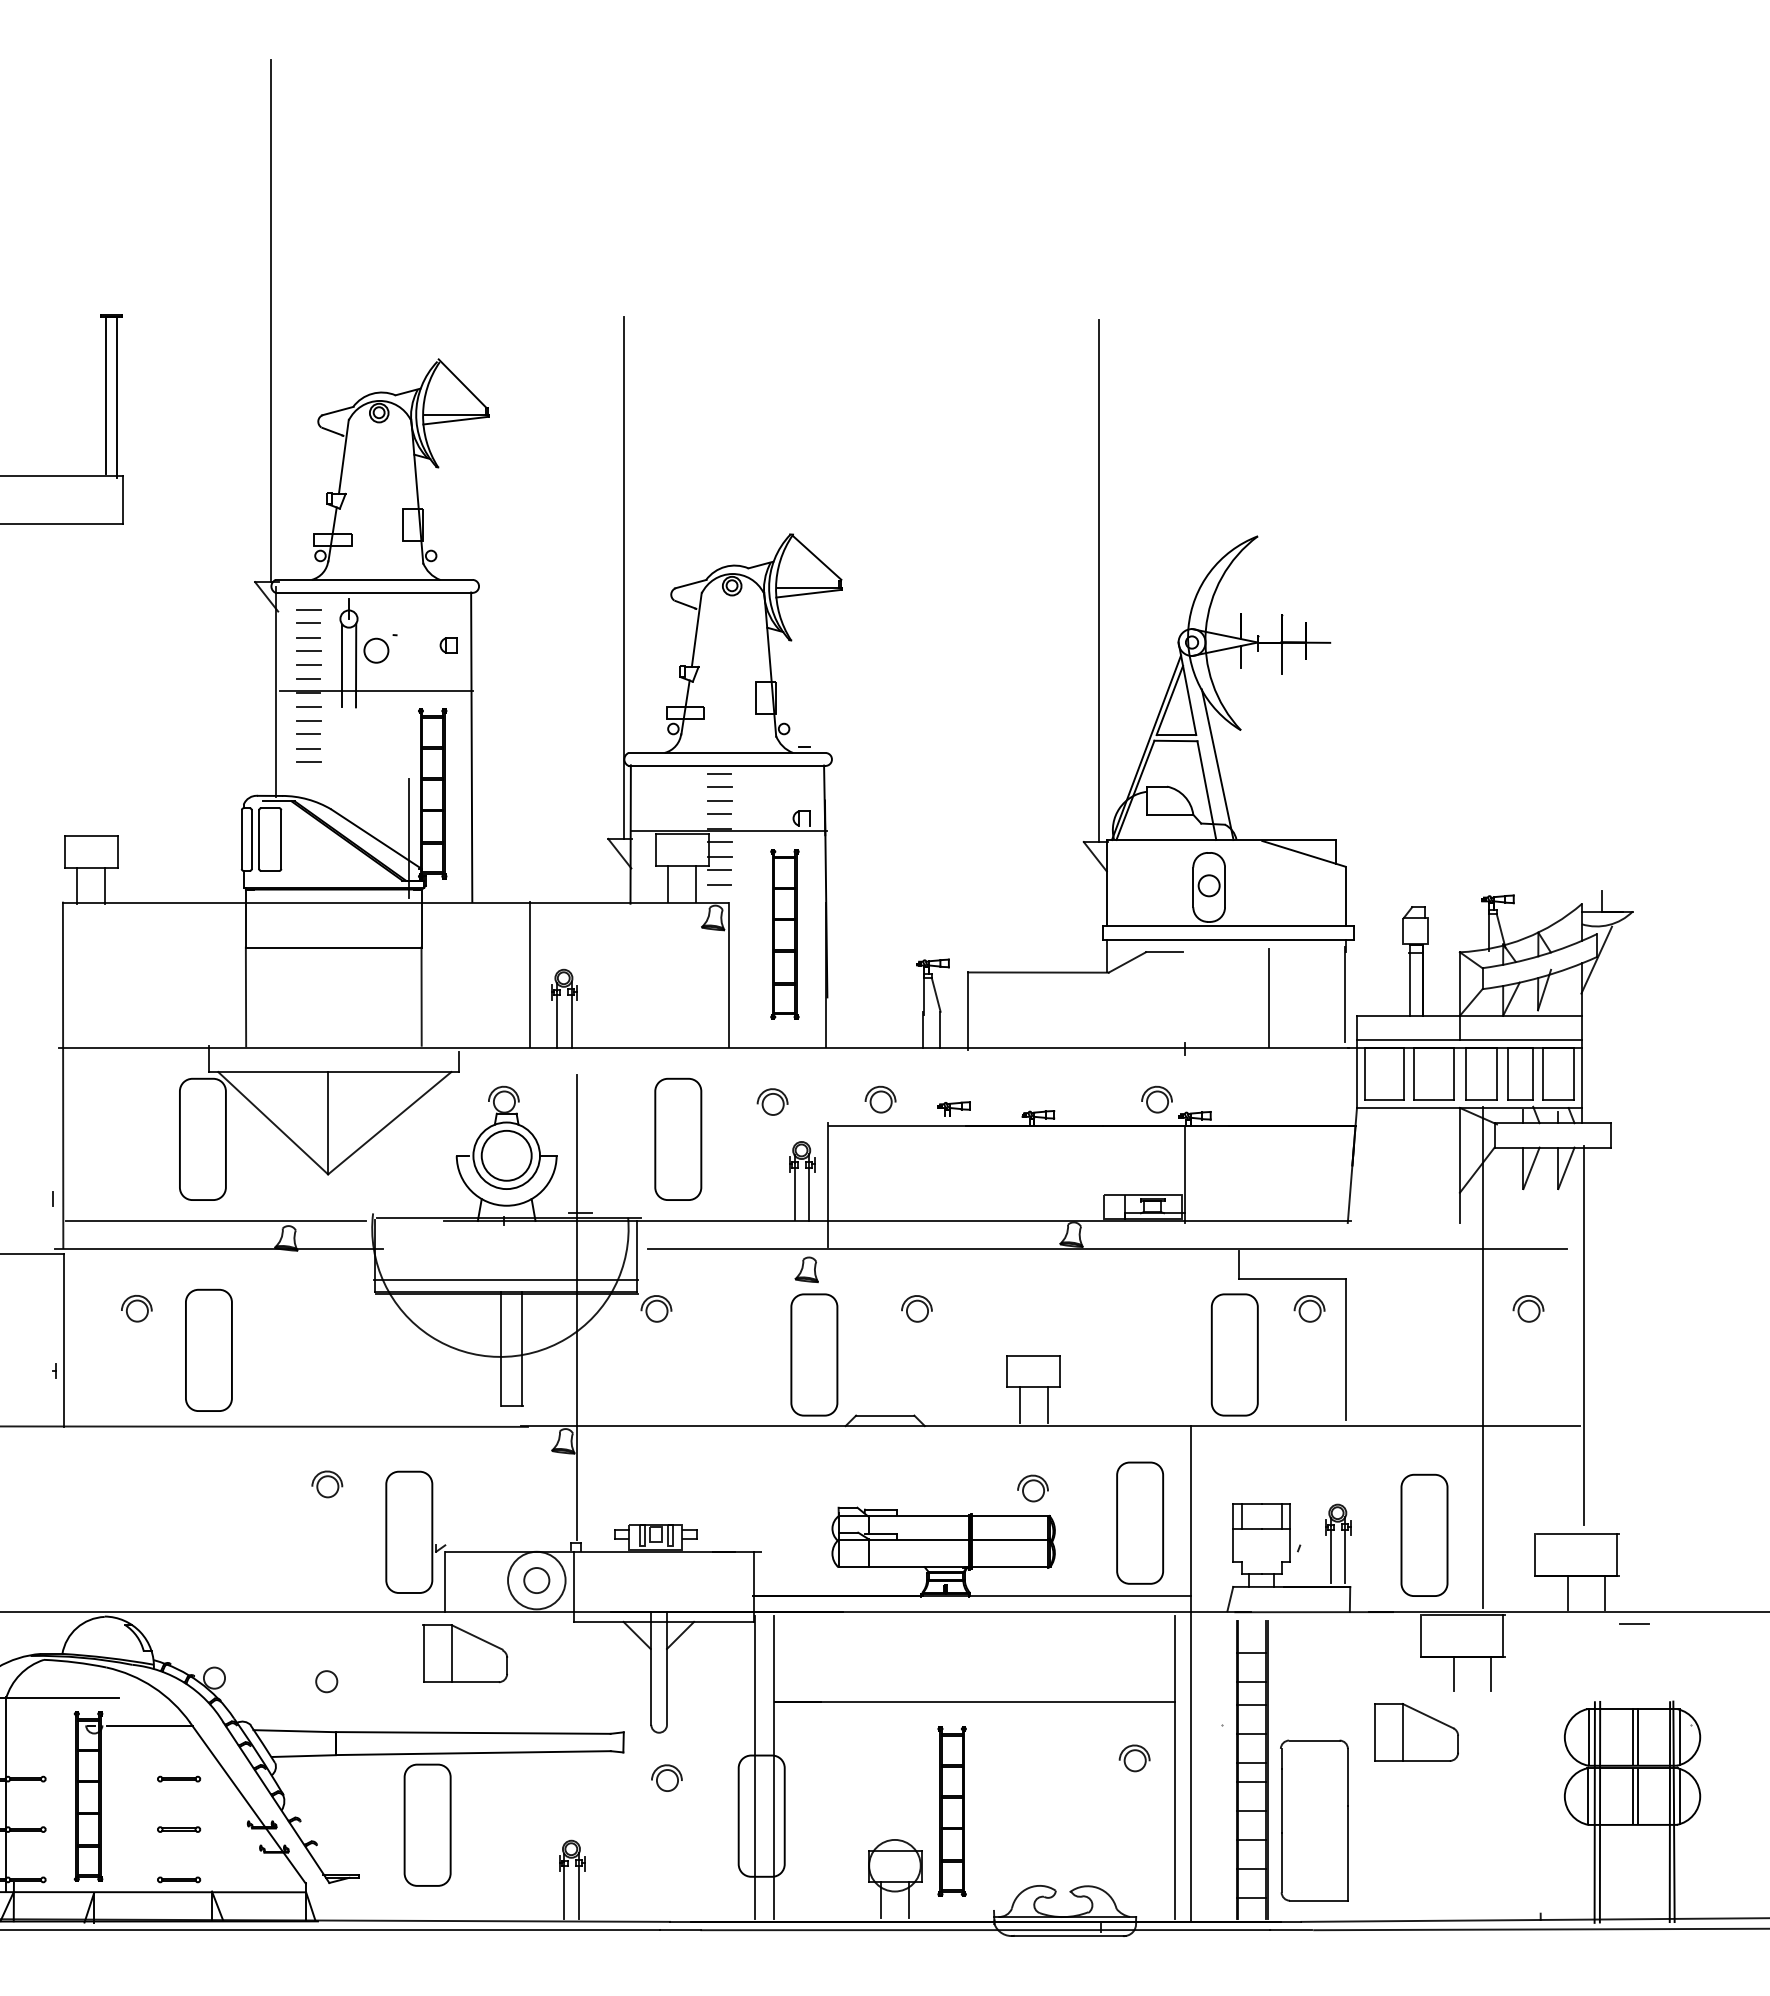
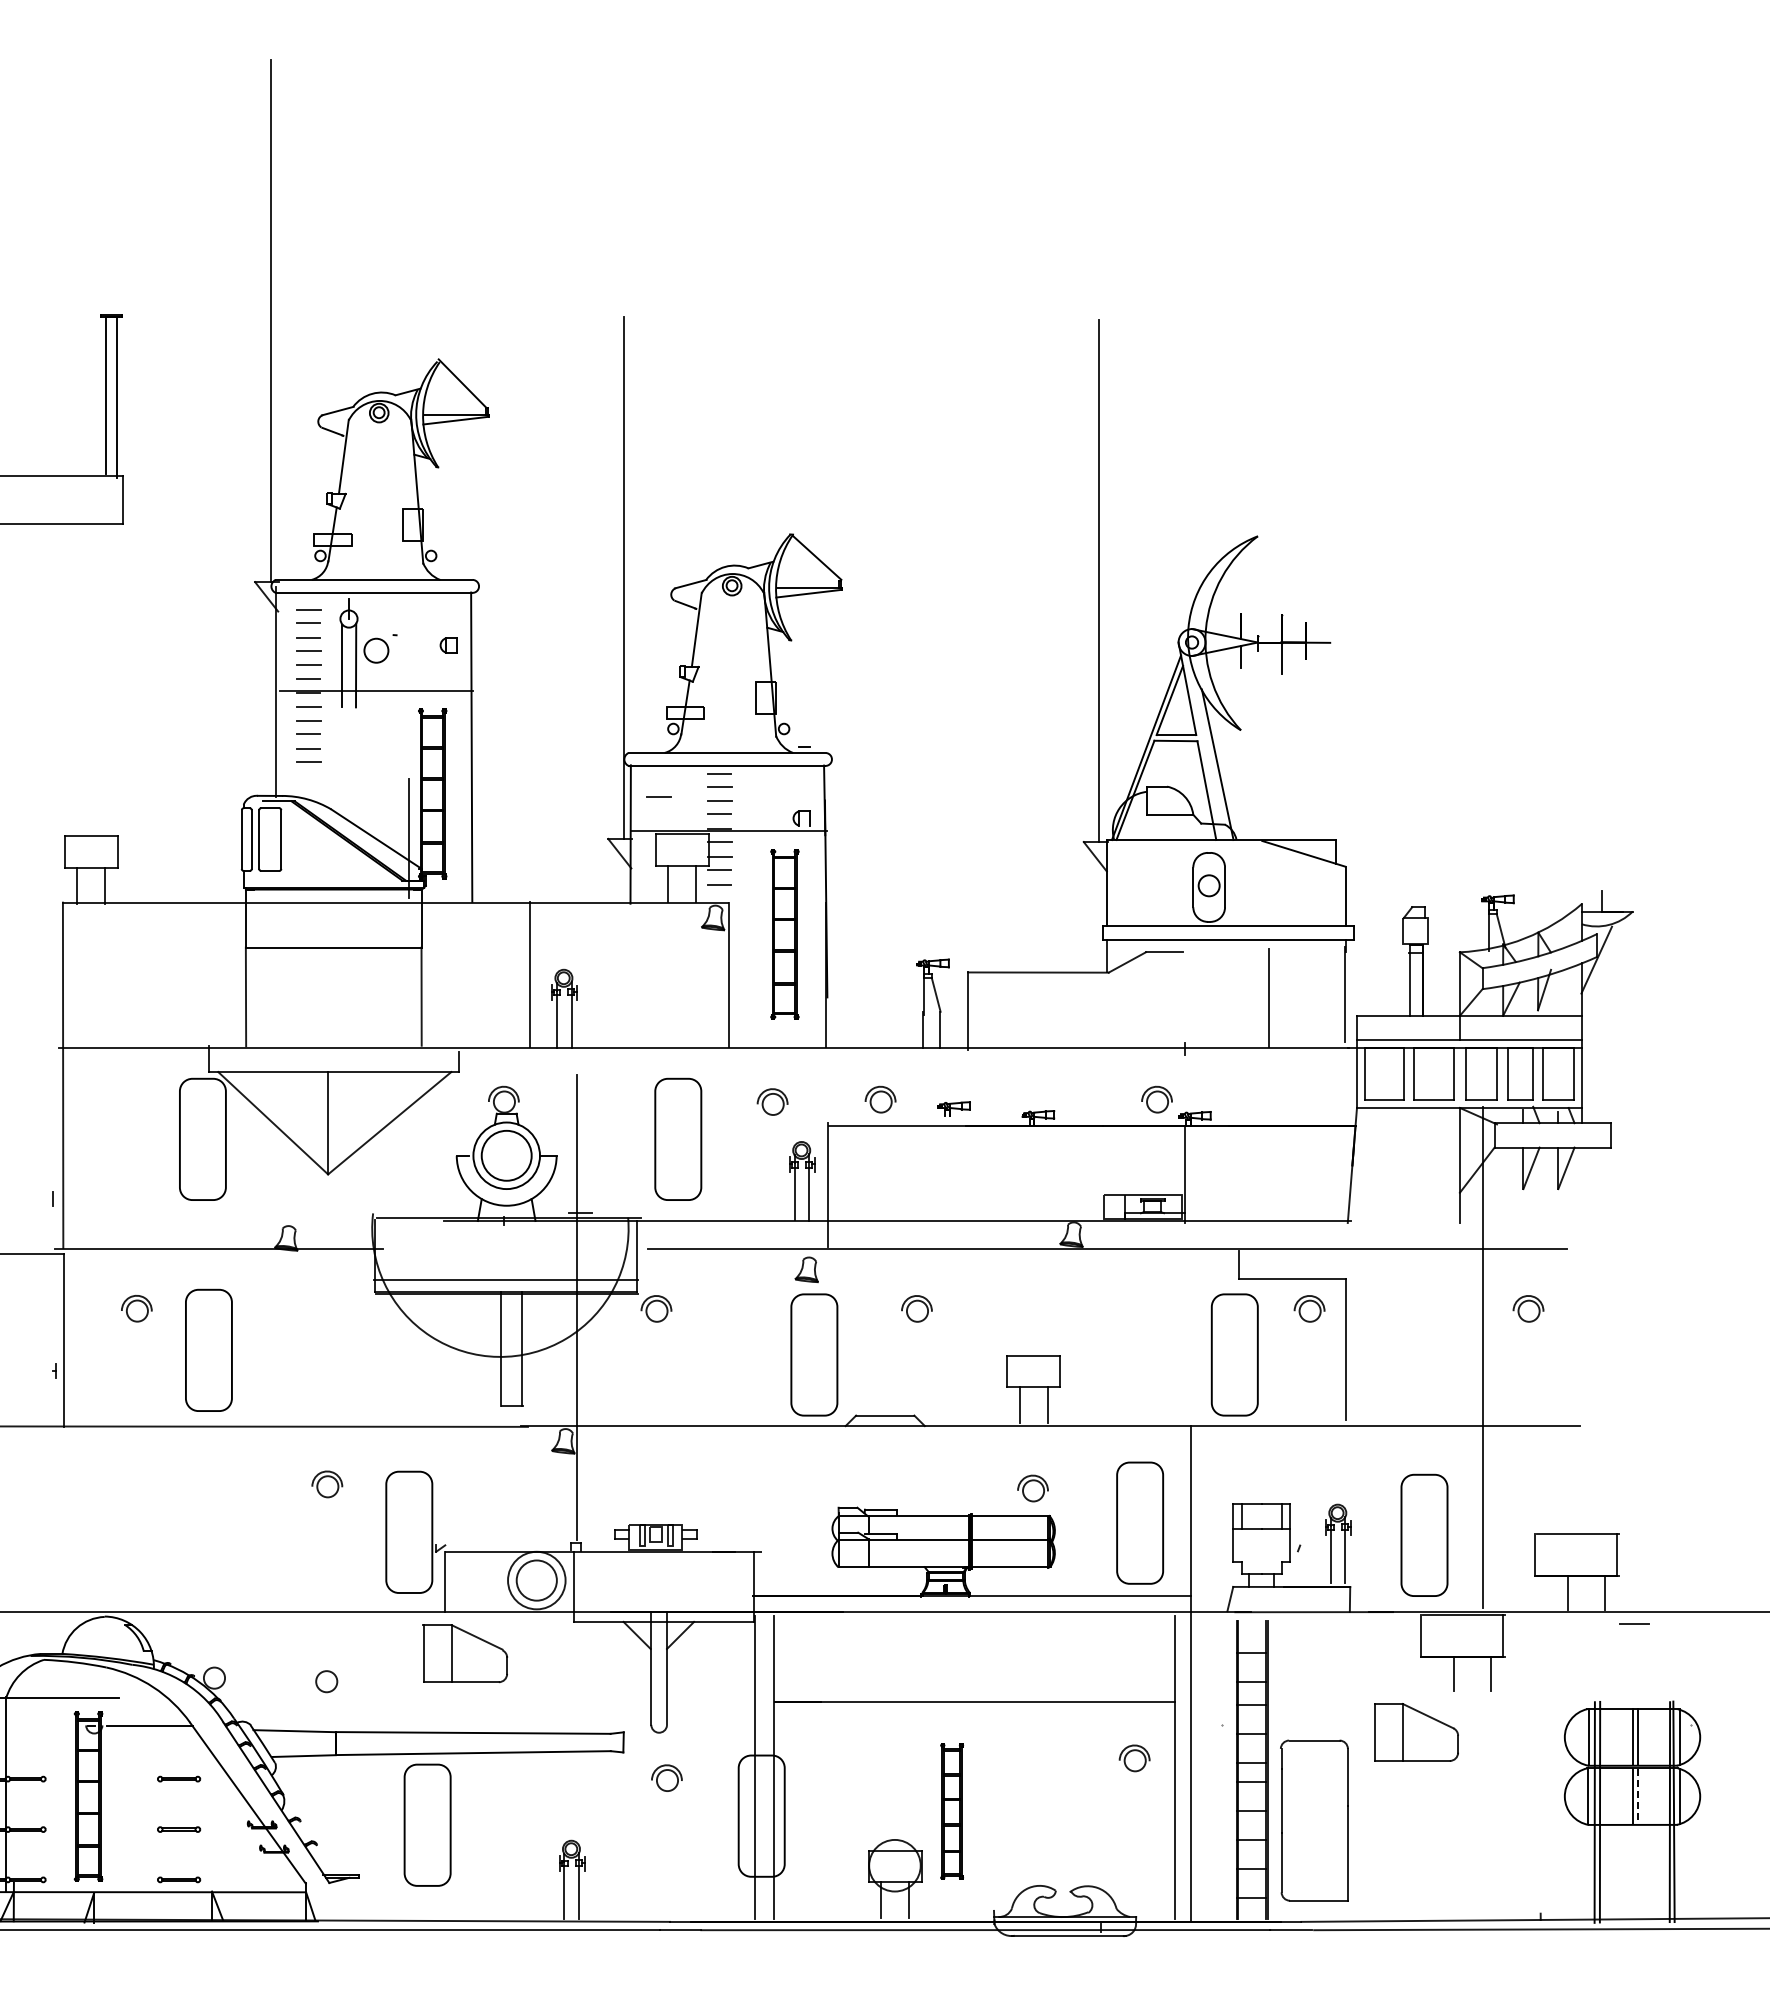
line at (658, 796): none -> present
line at (215, 1220): present -> none
line at (1583, 1335): present -> none
circle at (536, 1580) diameter: 25 px -> 40 px
line at (1637, 1796): solid -> dashed
part at (951, 1811) size: 30x171 px -> 24x137 px
